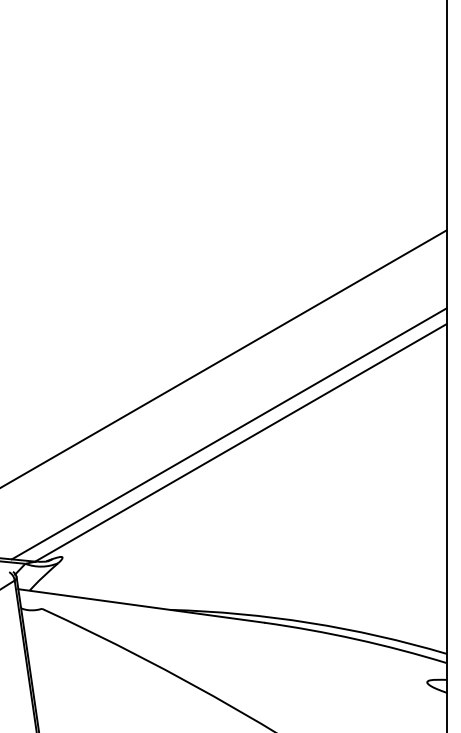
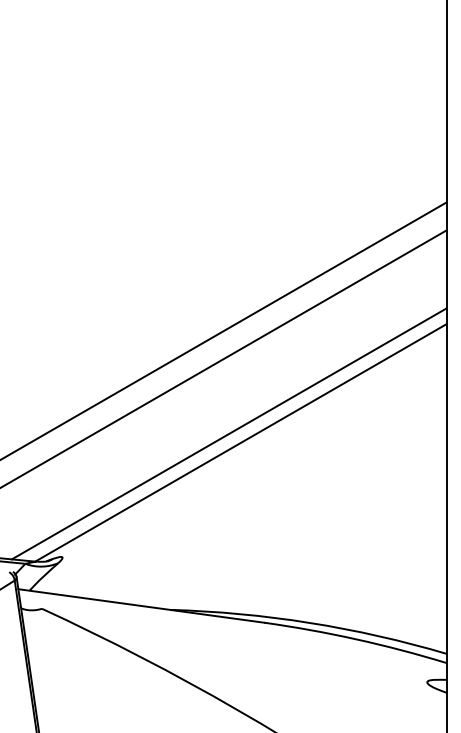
line at (224, 330): none -> present
